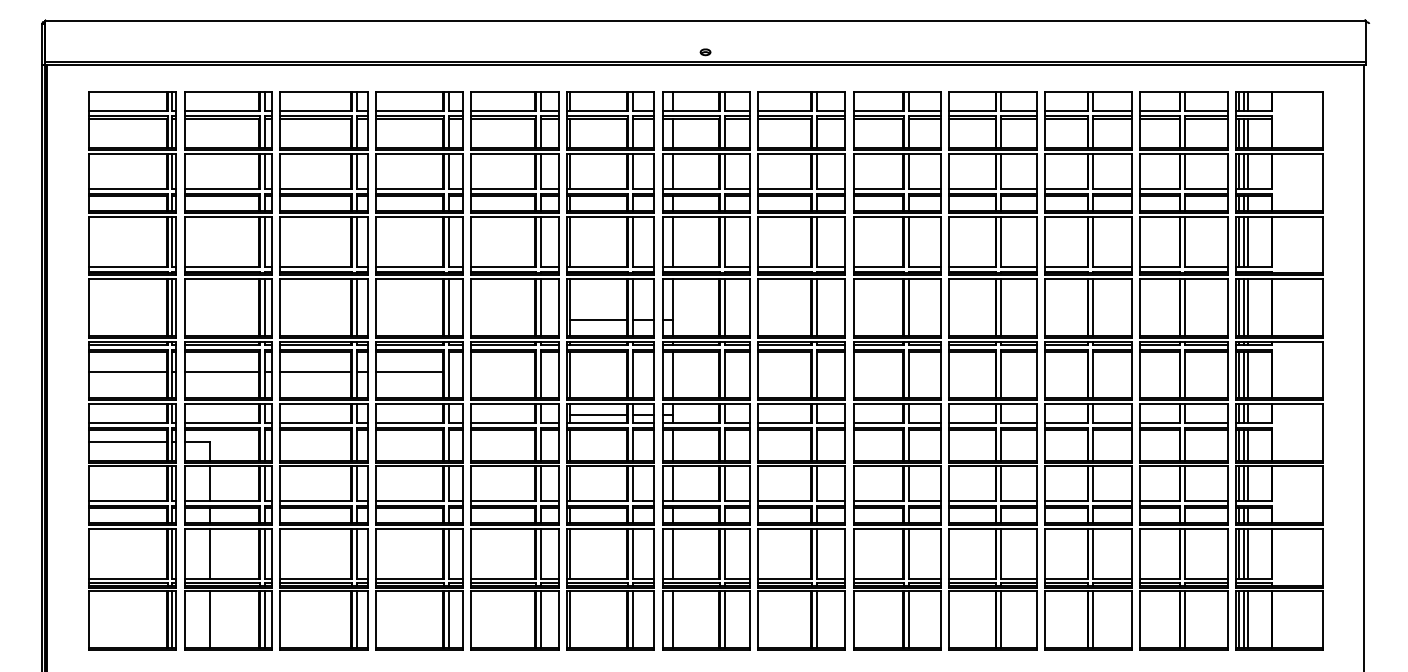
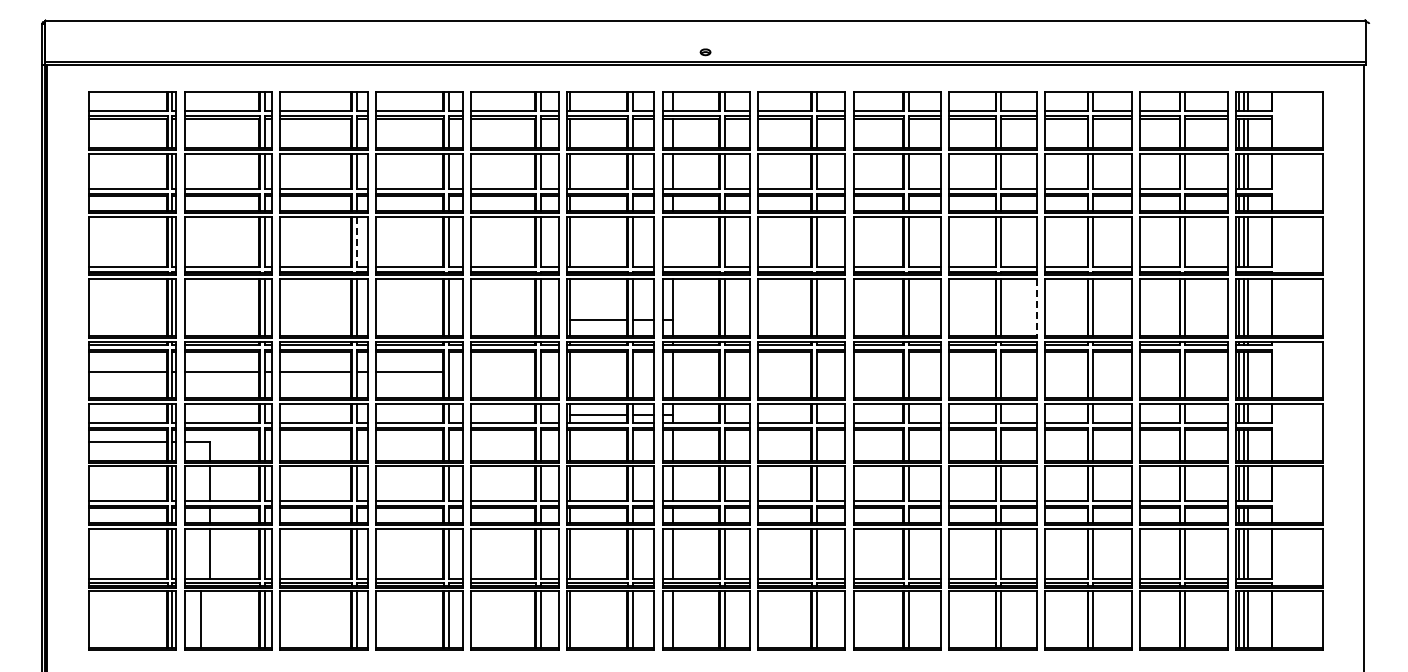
line at (672, 241): present -> none
line at (356, 242): solid -> dashed
line at (1036, 308): solid -> dashed
line at (210, 619) position: (210, 619) -> (201, 619)
